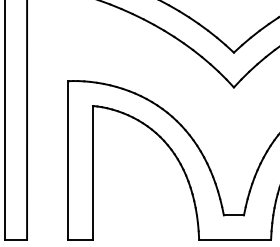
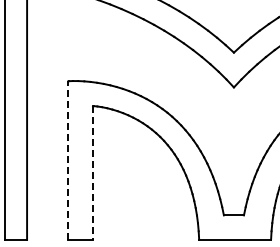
line at (68, 159): solid -> dashed
line at (92, 172): solid -> dashed
